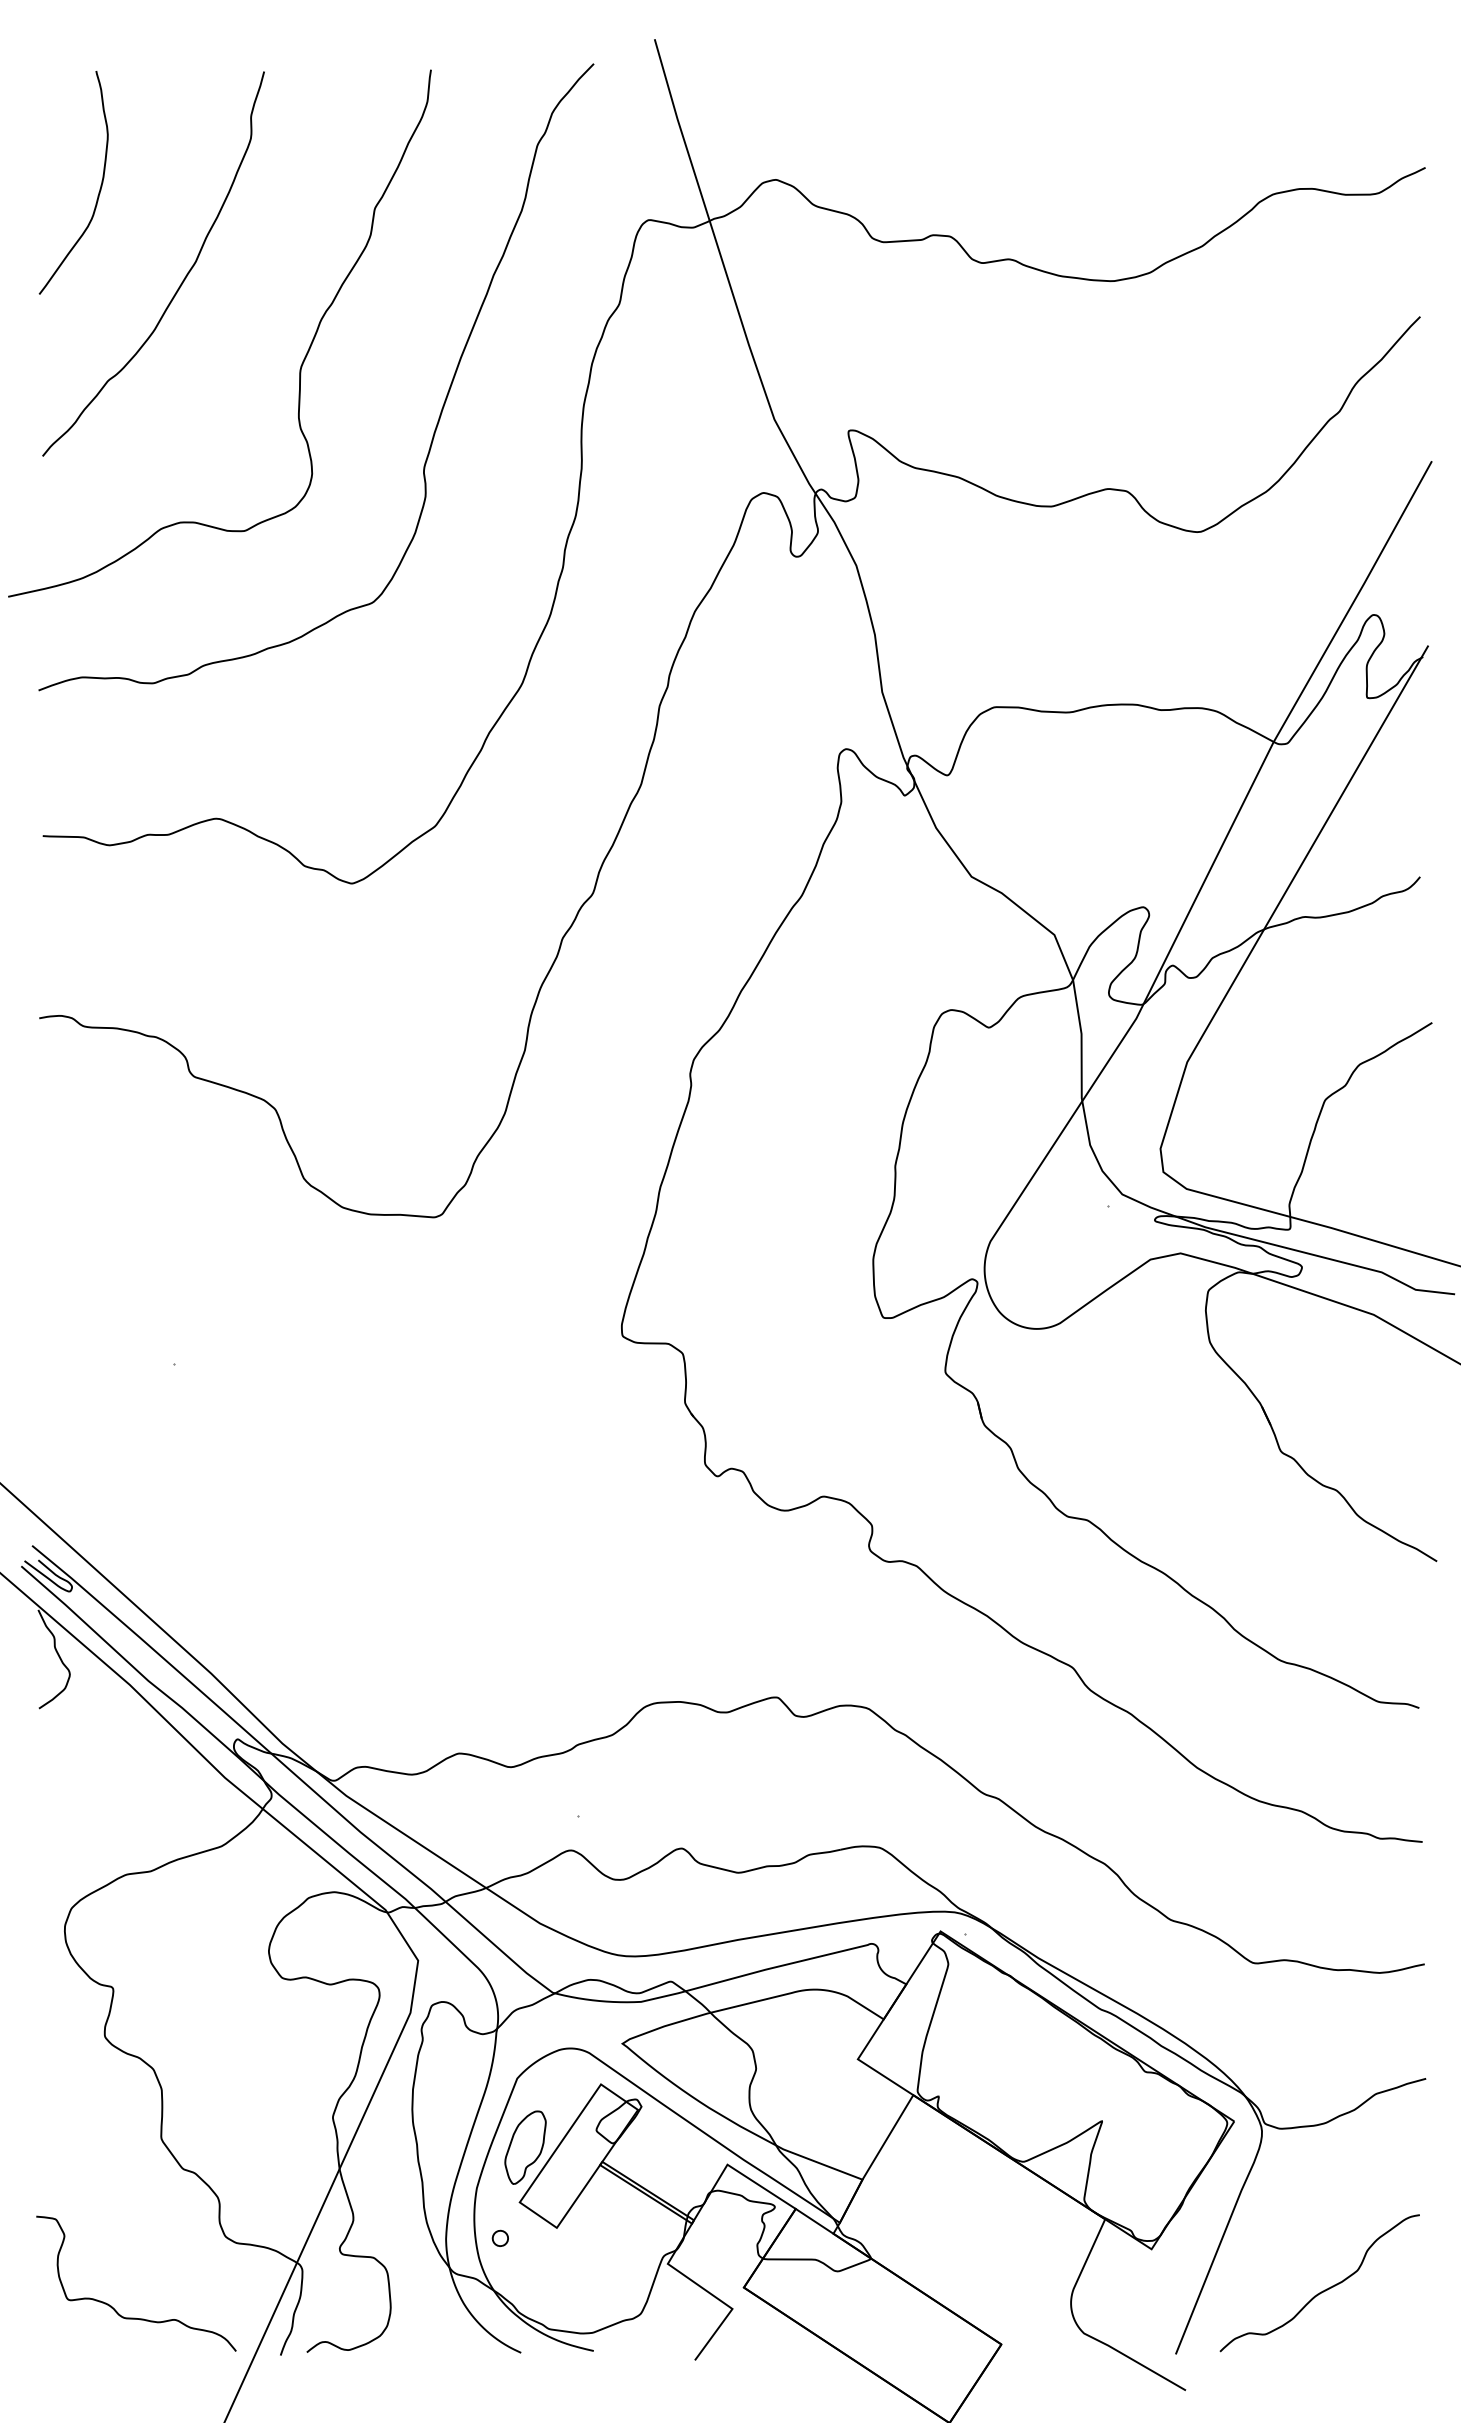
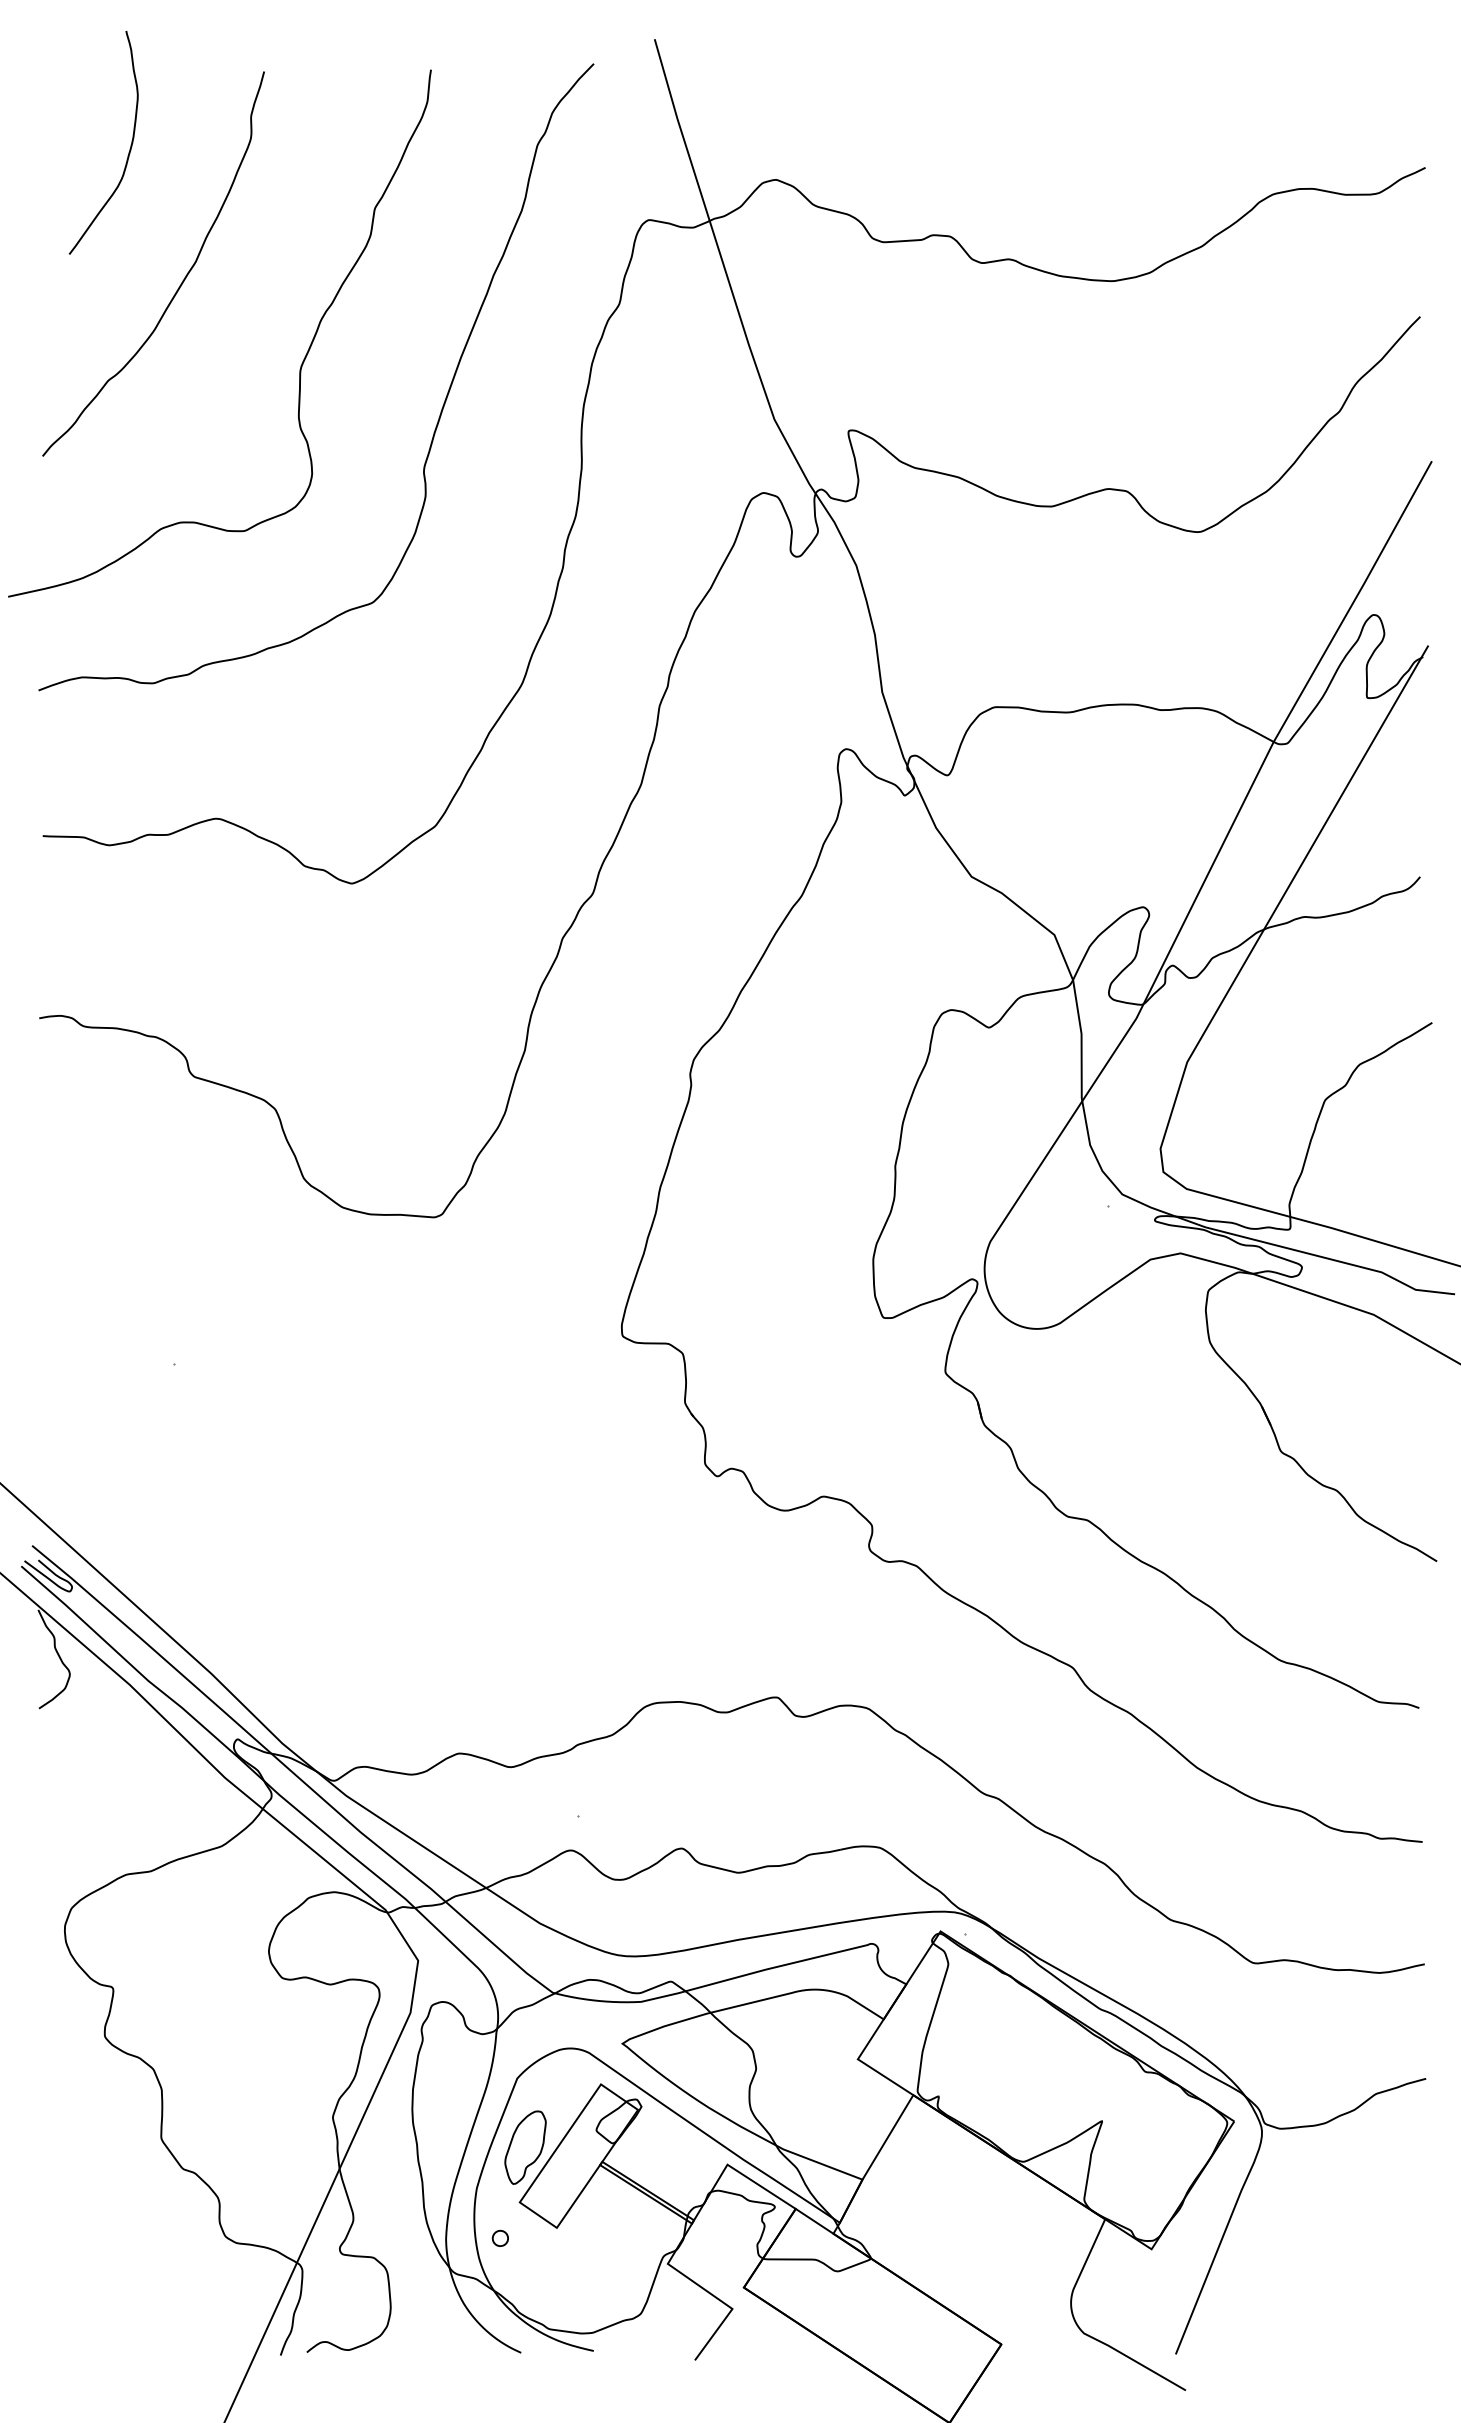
curve at (99, 188) position: (99, 188) -> (129, 148)
curve at (1322, 2290): present -> none
curve at (112, 2306): present -> none
